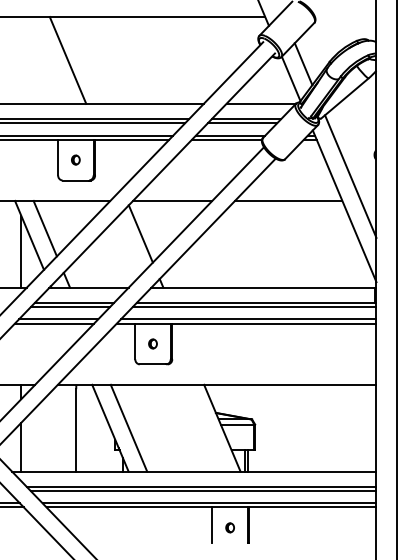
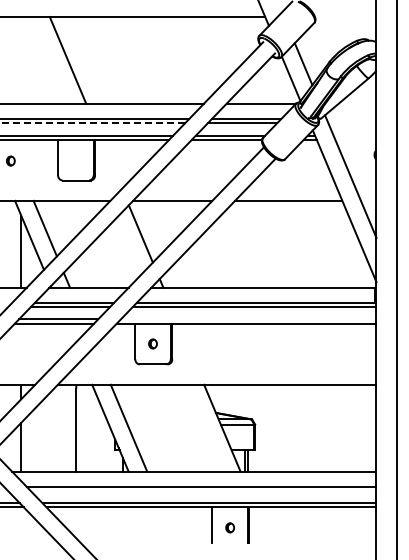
line at (92, 123): solid -> dashed
part at (75, 159) position: (75, 159) -> (10, 160)
line at (248, 319): present -> none
line at (203, 491): present -> none
